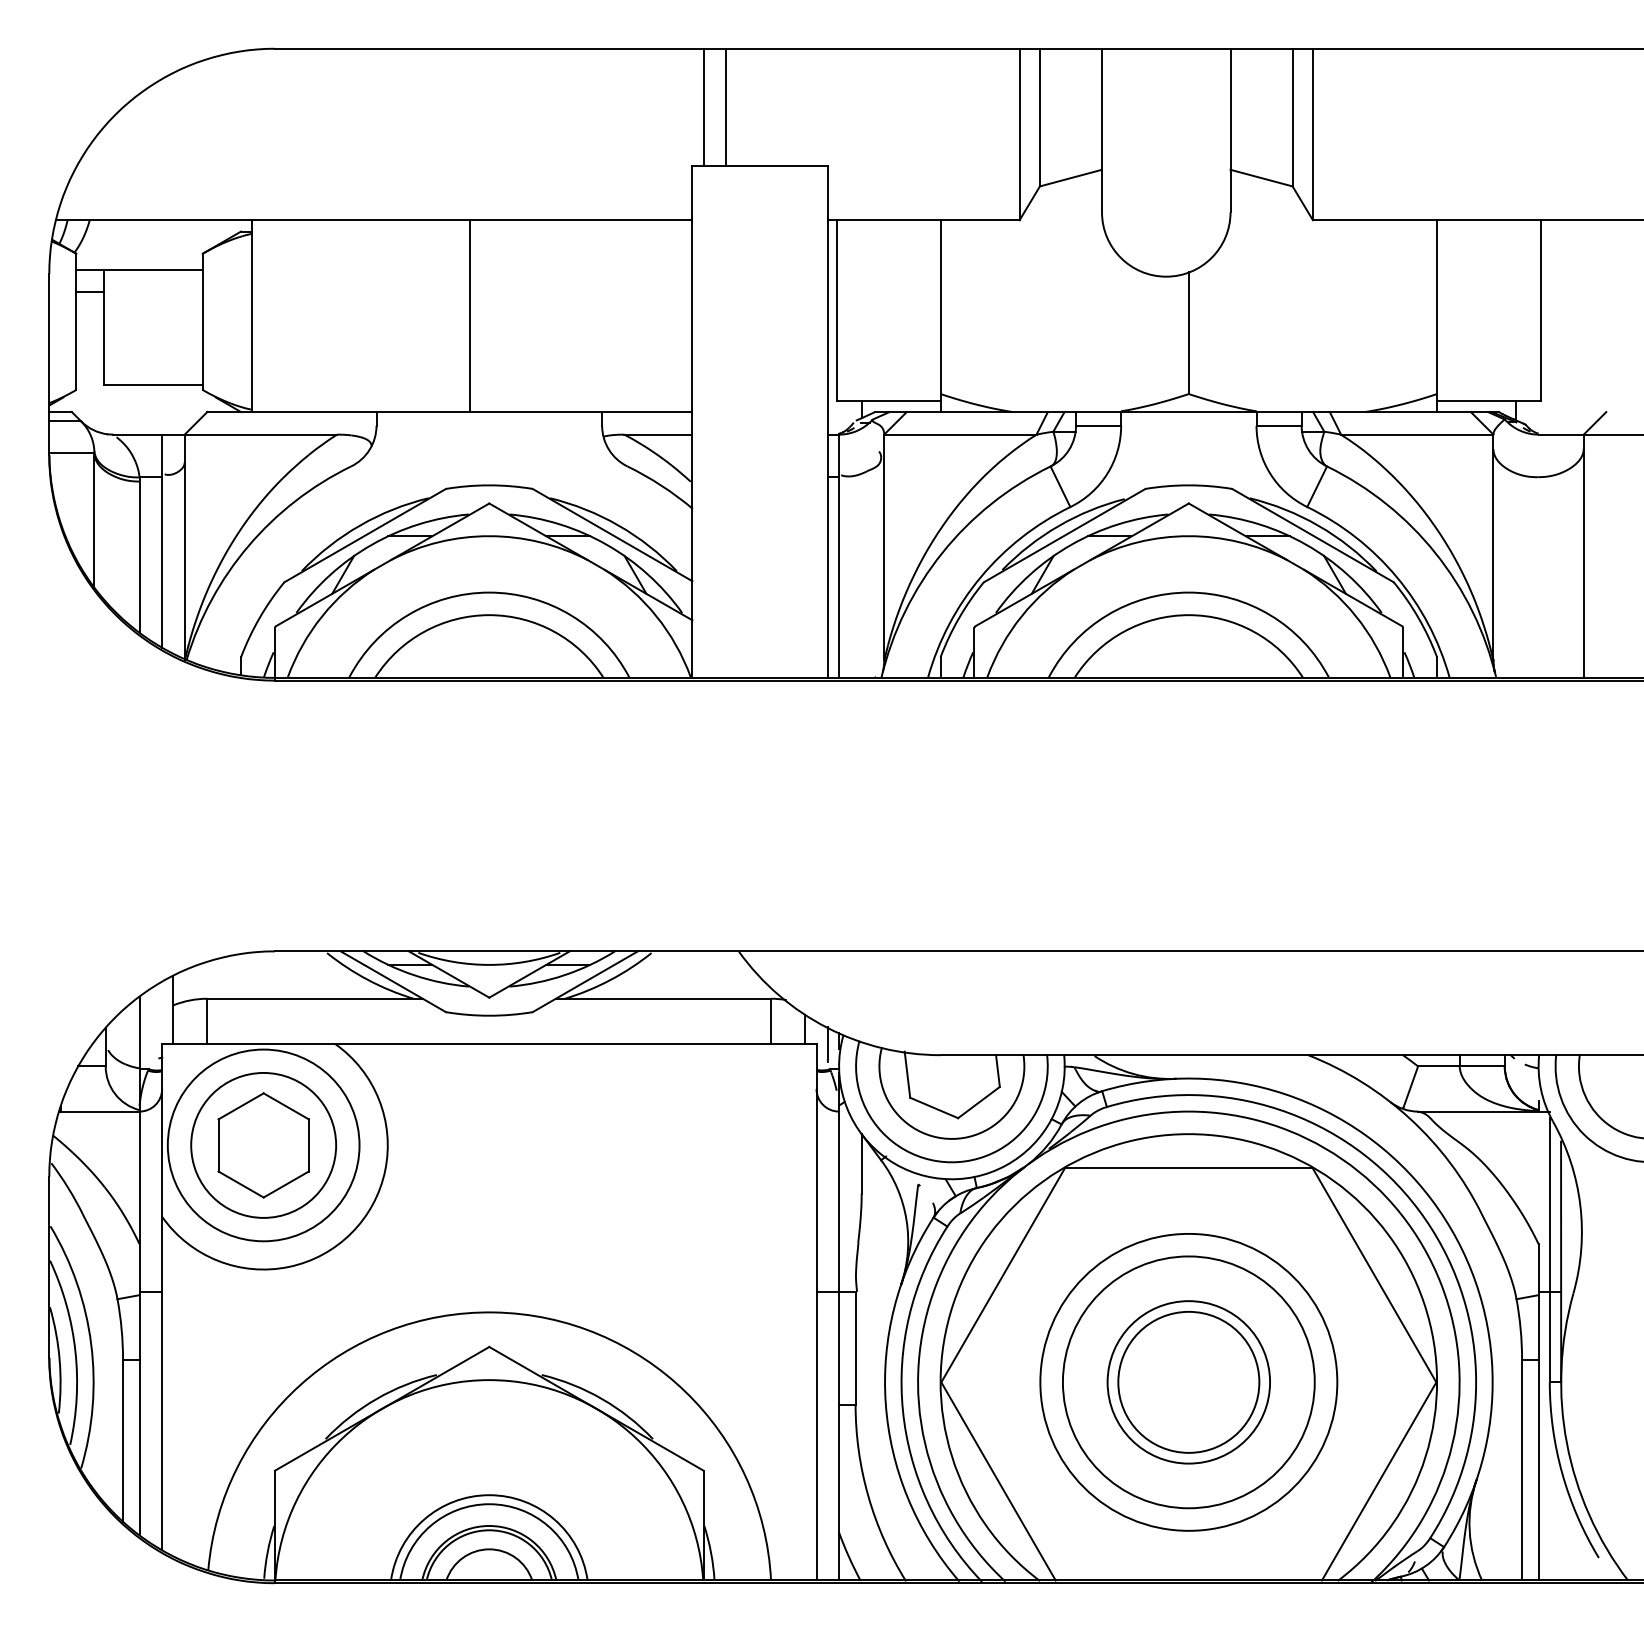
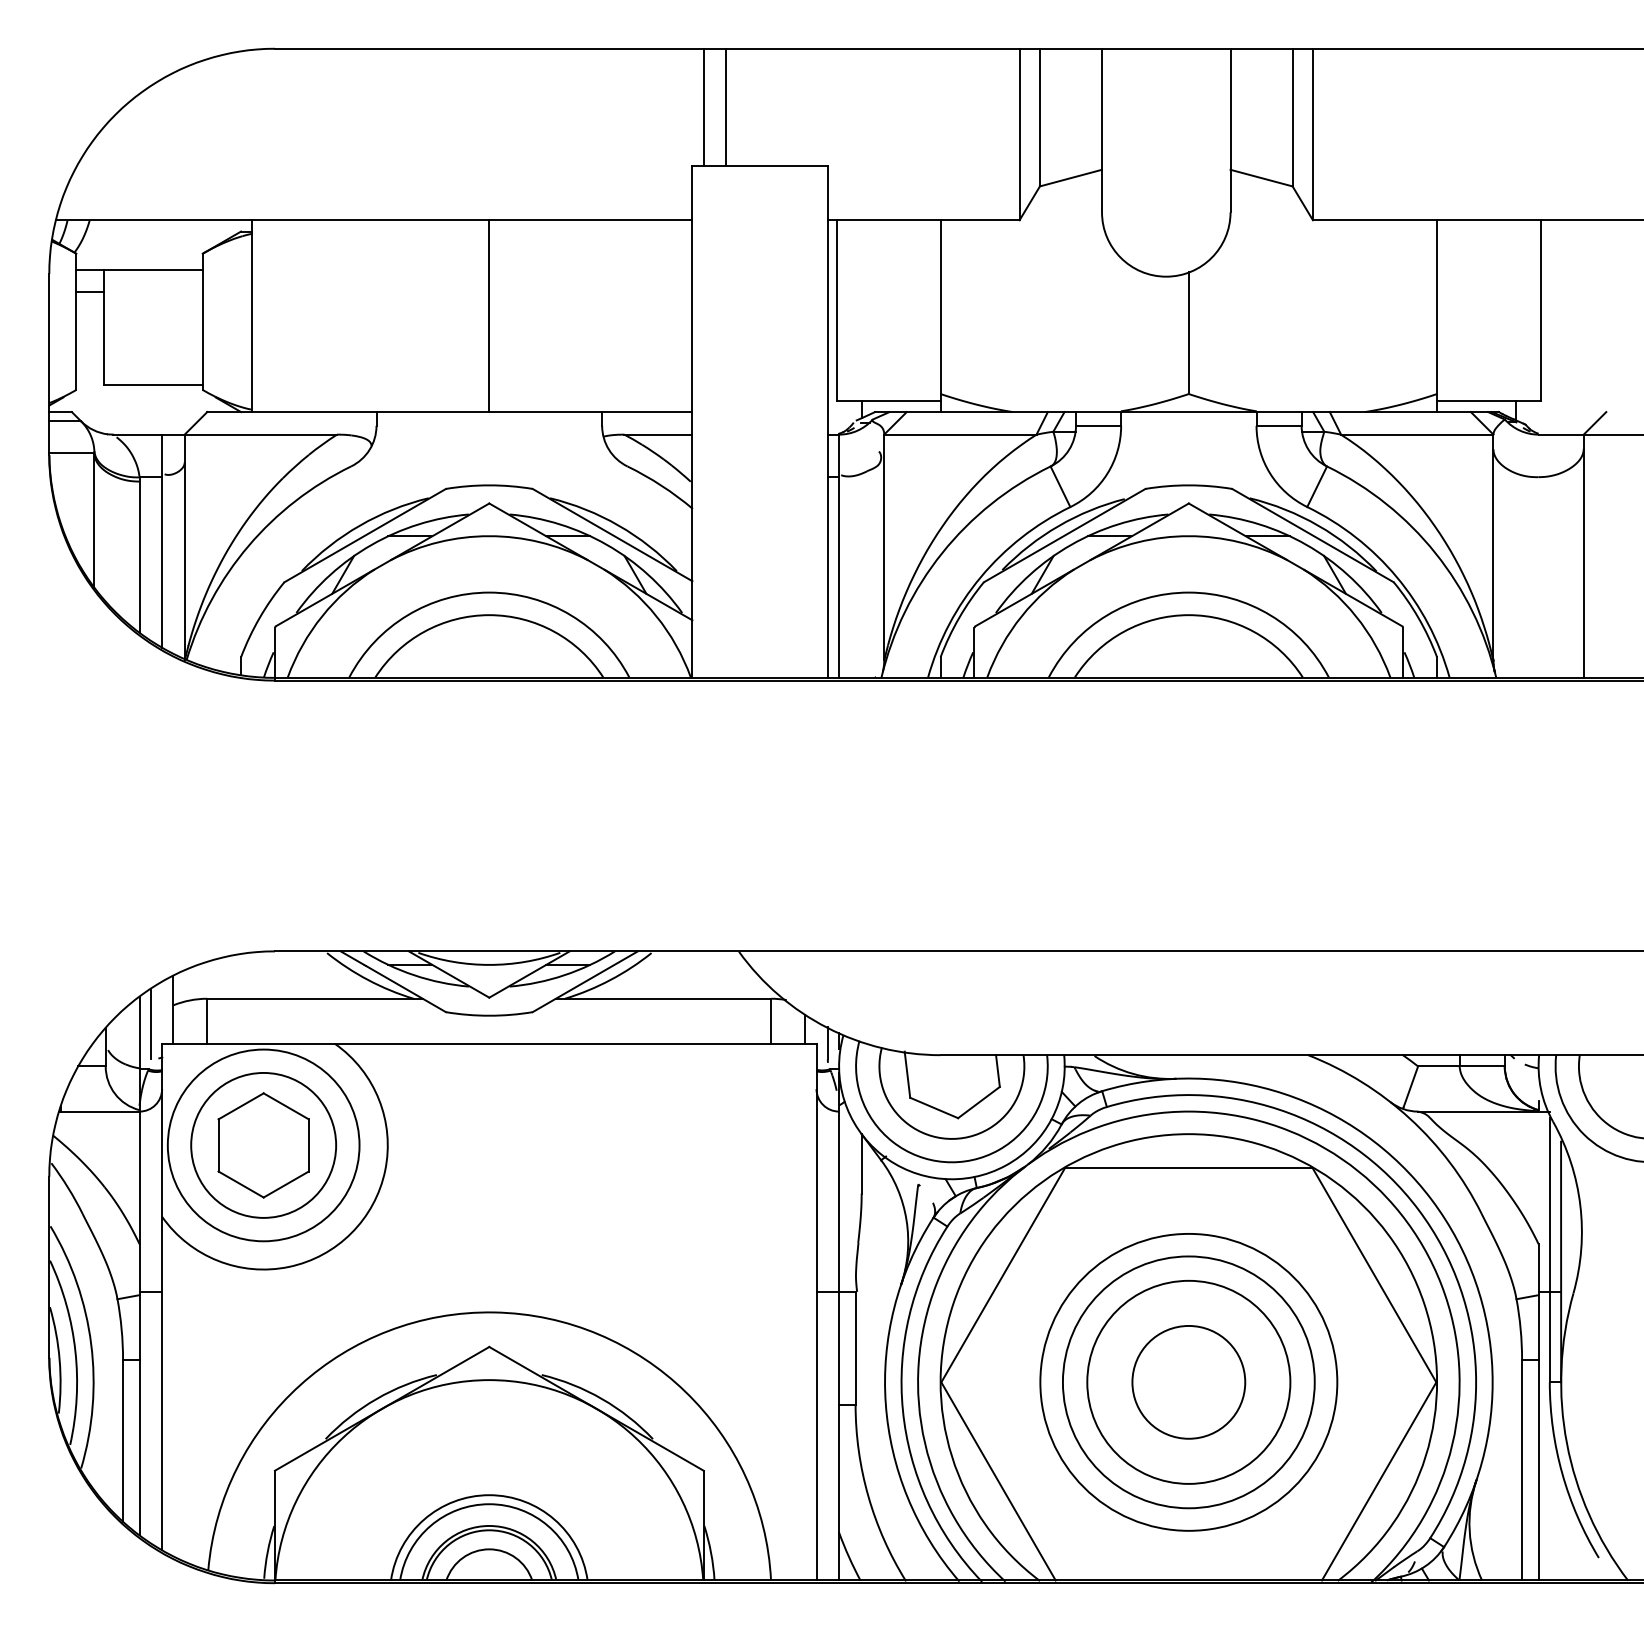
line at (470, 316) position: (470, 316) -> (489, 316)
line at (150, 1023): none -> present
circle at (1188, 1381) diameter: 141 px -> 113 px
circle at (1188, 1382) diameter: 162 px -> 203 px
